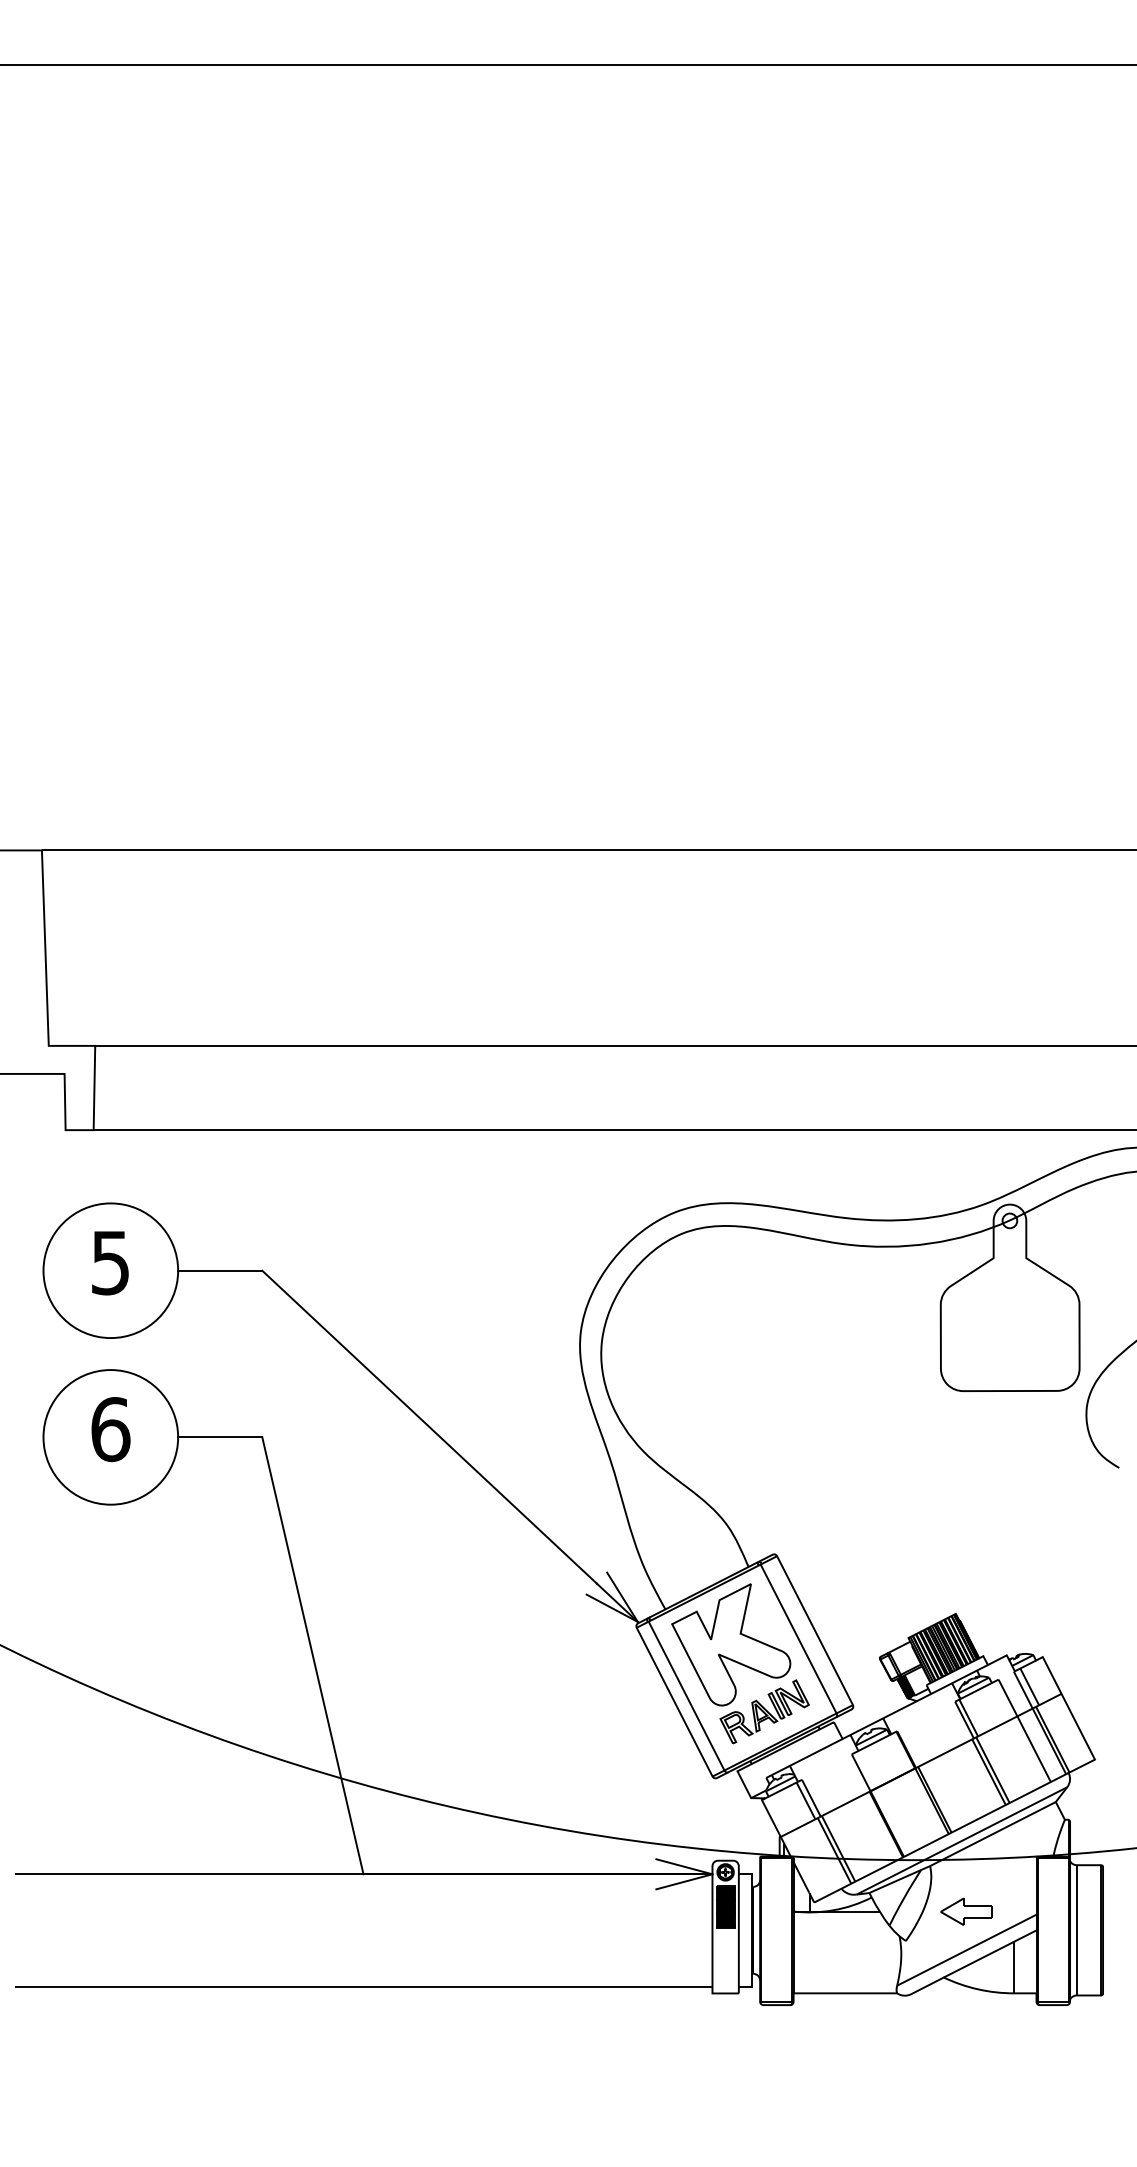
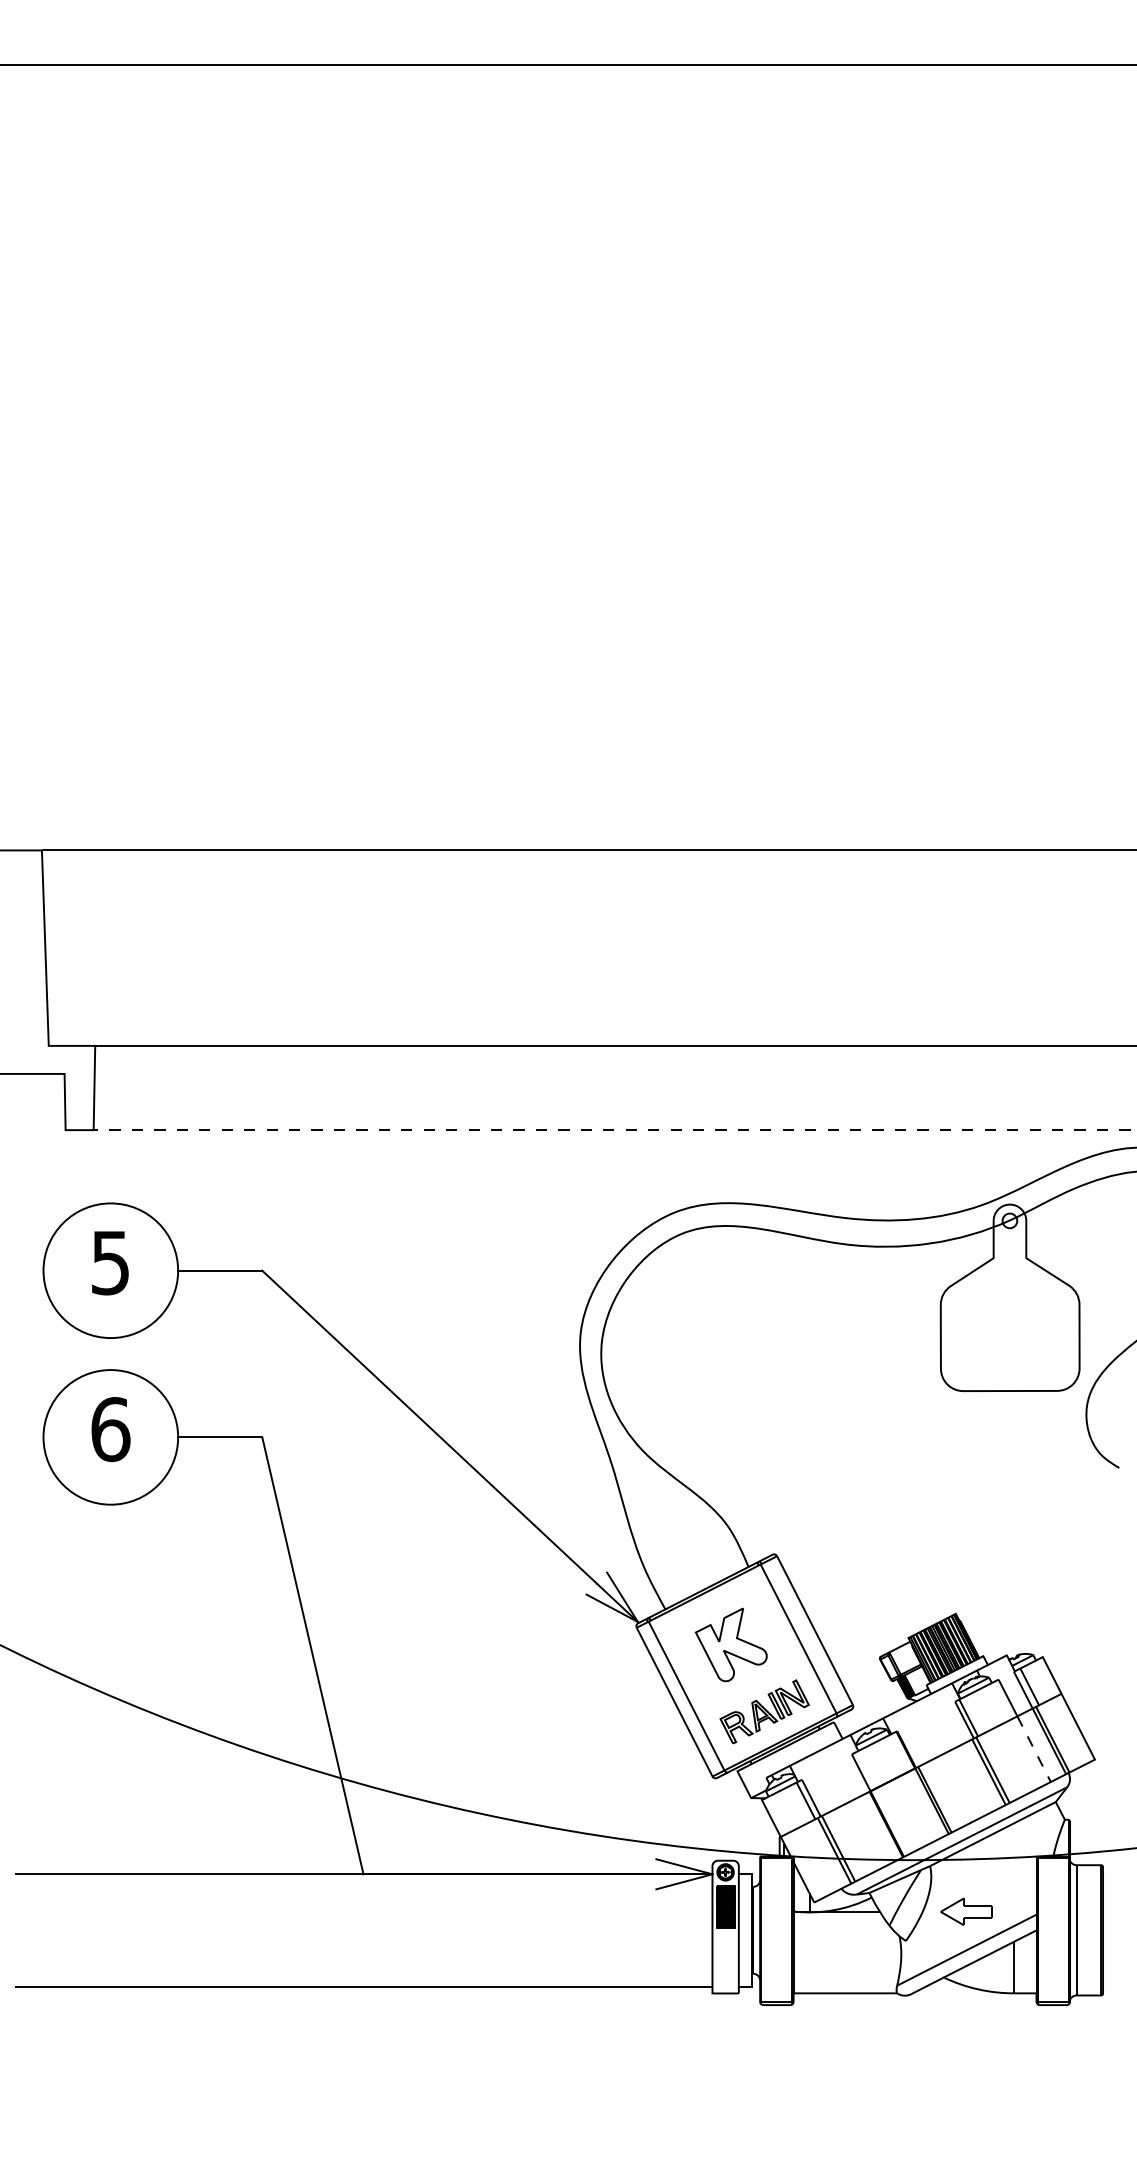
line at (614, 1130): solid -> dashed
part at (731, 1644) size: 121x124 px -> 74x76 px
line at (1034, 1749): solid -> dashed
